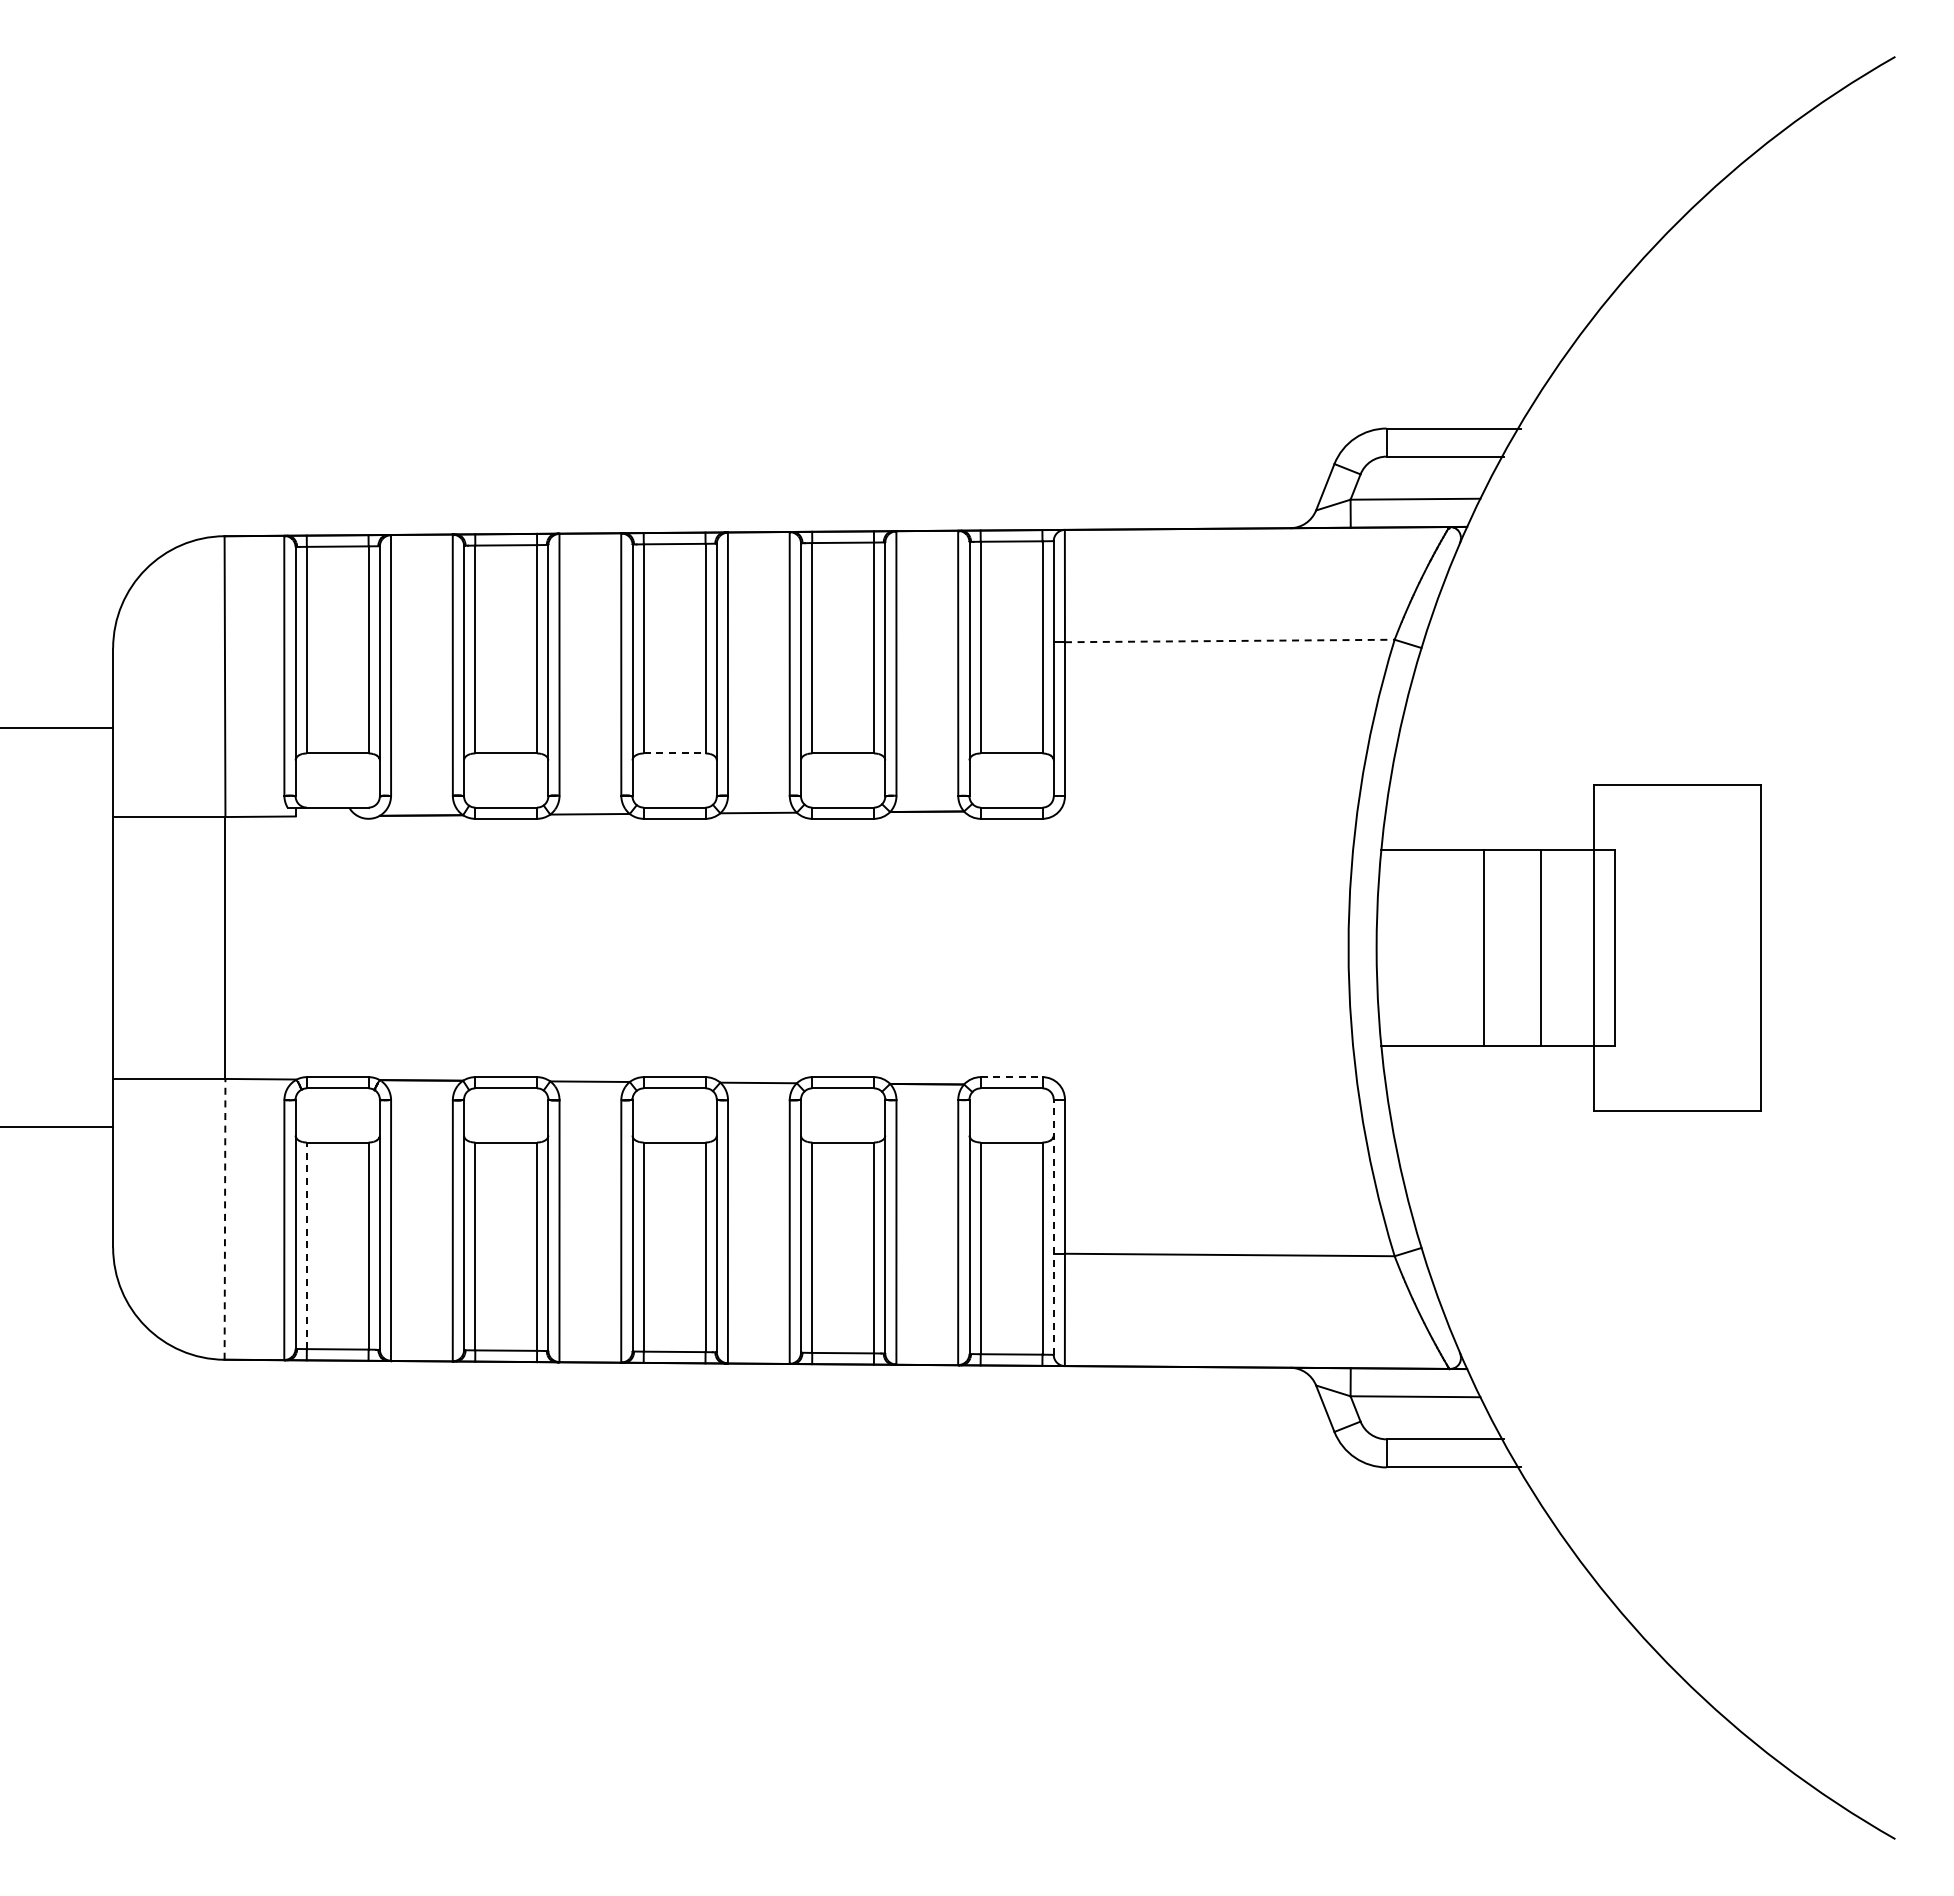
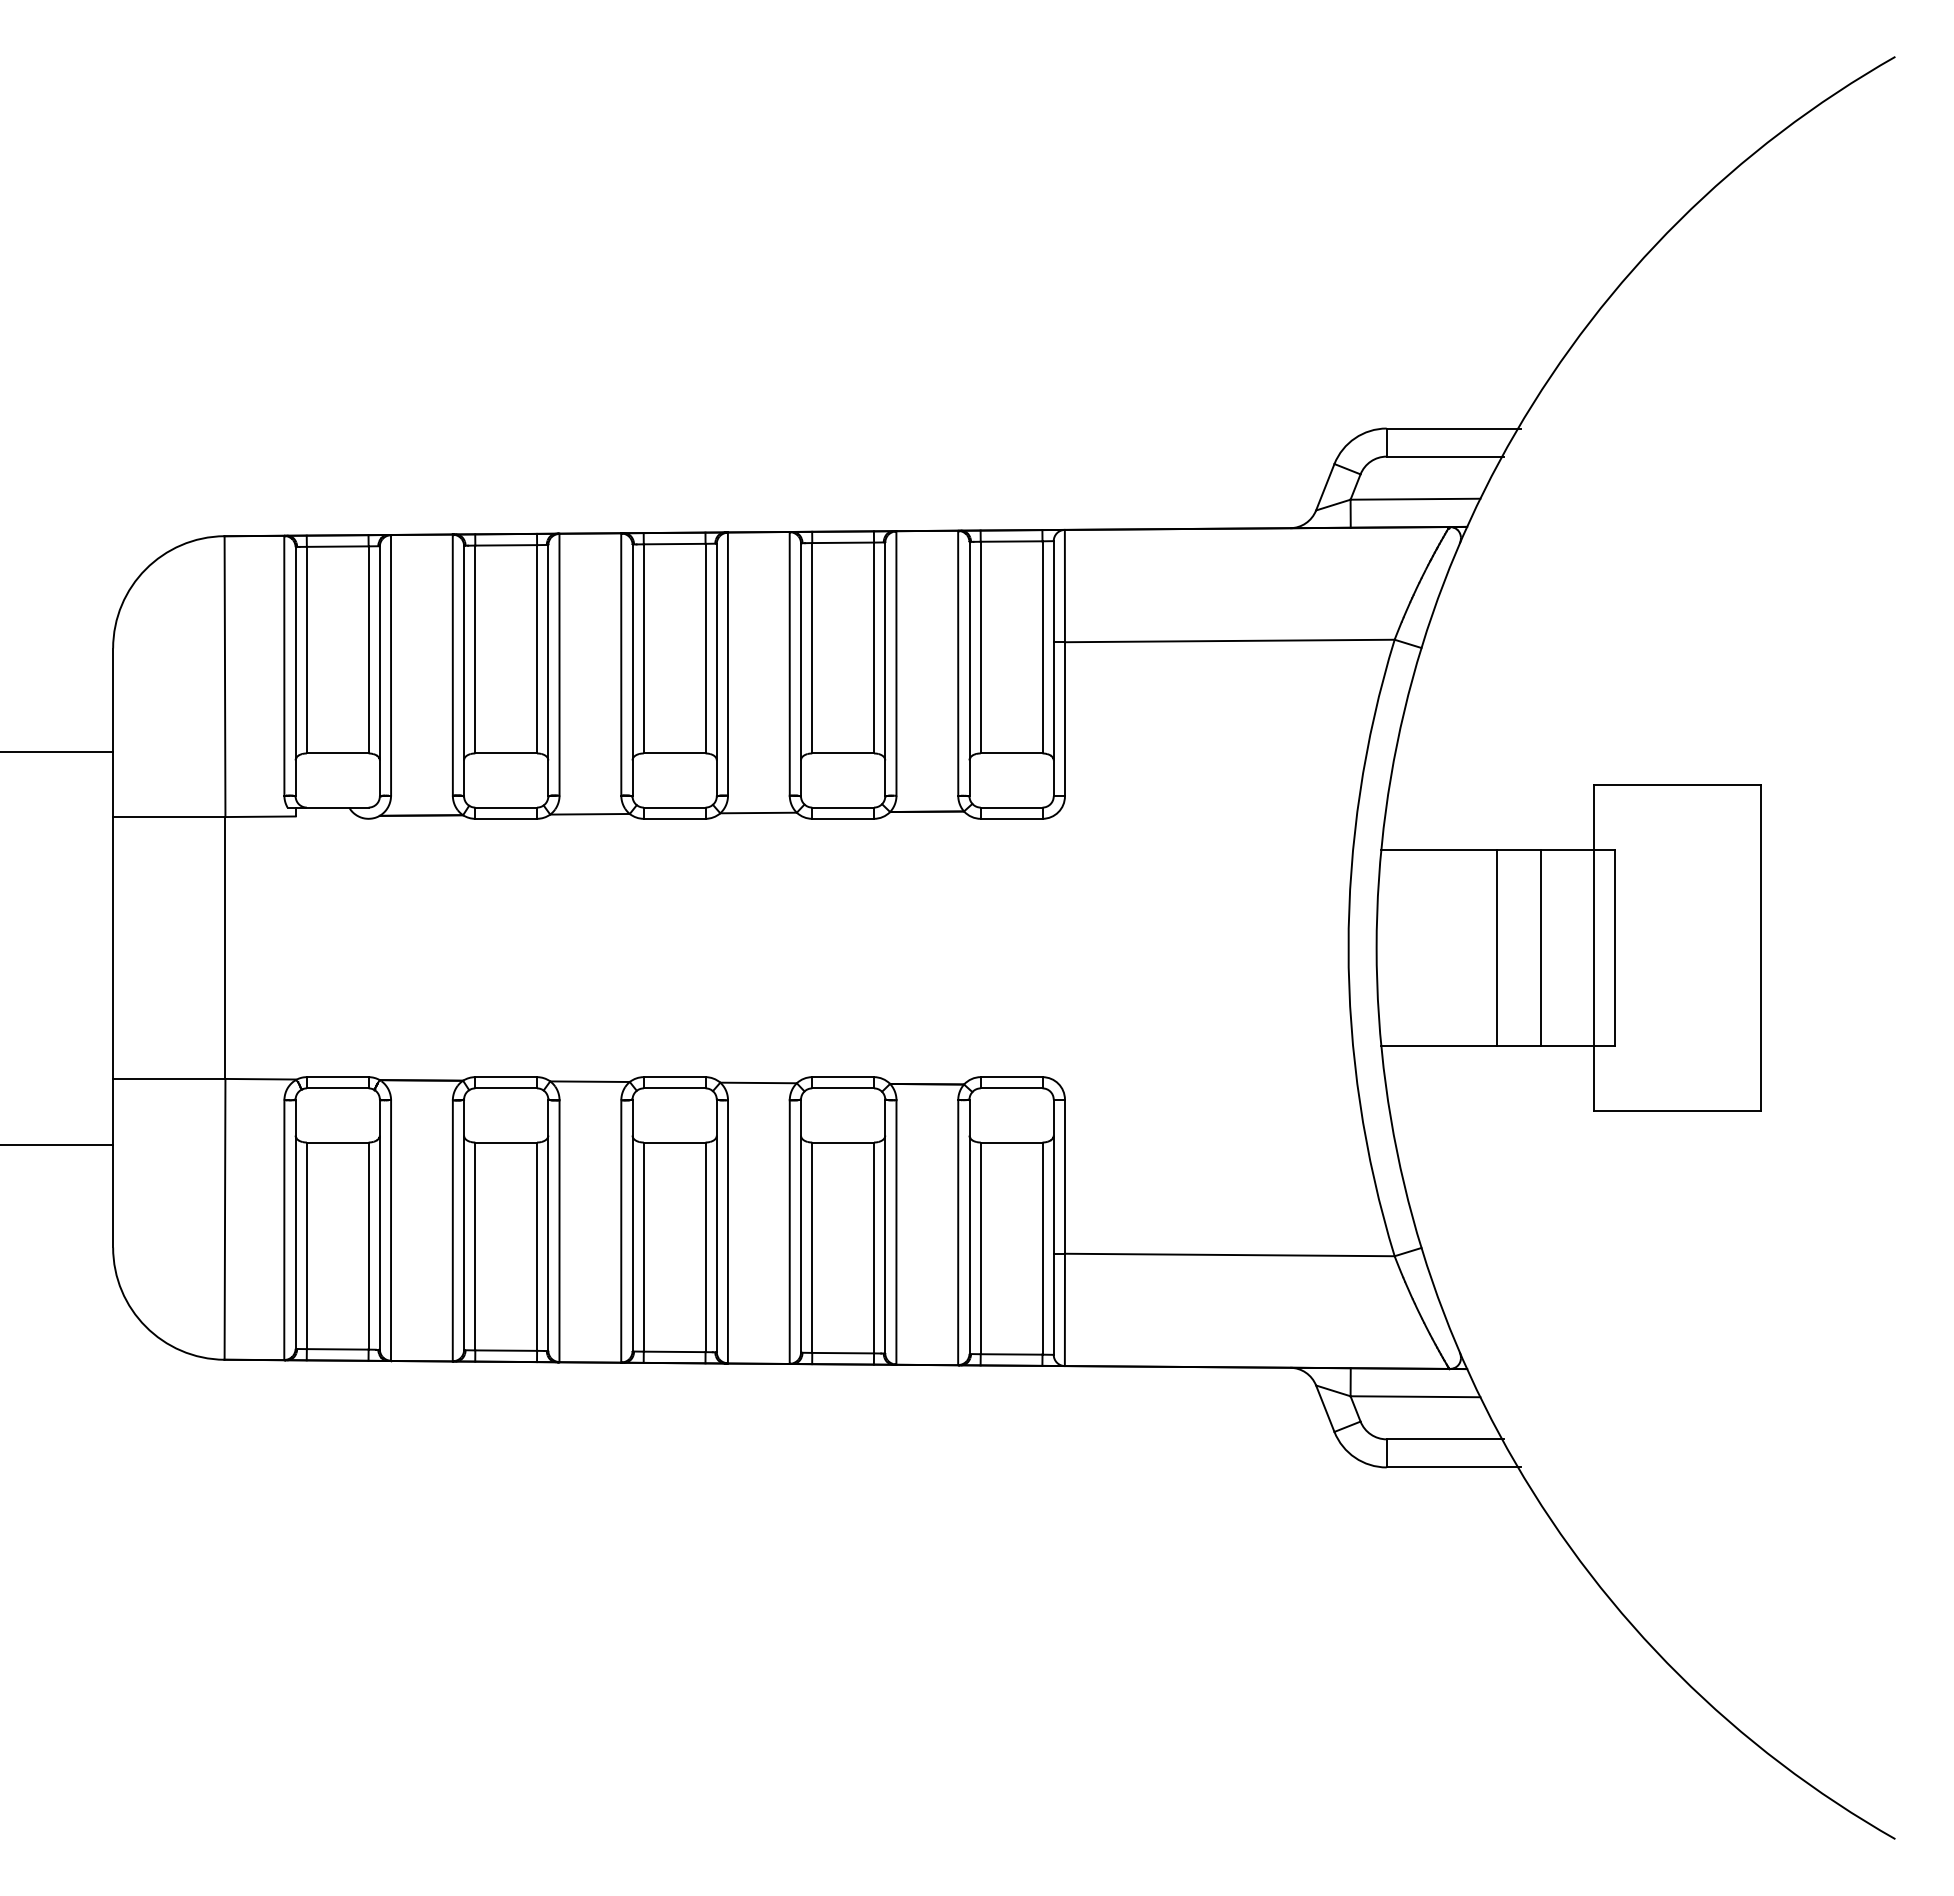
line at (1229, 640): dashed -> solid
line at (57, 727) position: (57, 727) -> (57, 751)
line at (674, 753): dashed -> solid
line at (1484, 947) position: (1484, 947) -> (1497, 947)
line at (1011, 1077): dashed -> solid
line at (57, 1126) position: (57, 1126) -> (57, 1144)
line at (225, 1218): dashed -> solid
line at (1053, 1227): dashed -> solid
line at (306, 1245): dashed -> solid
